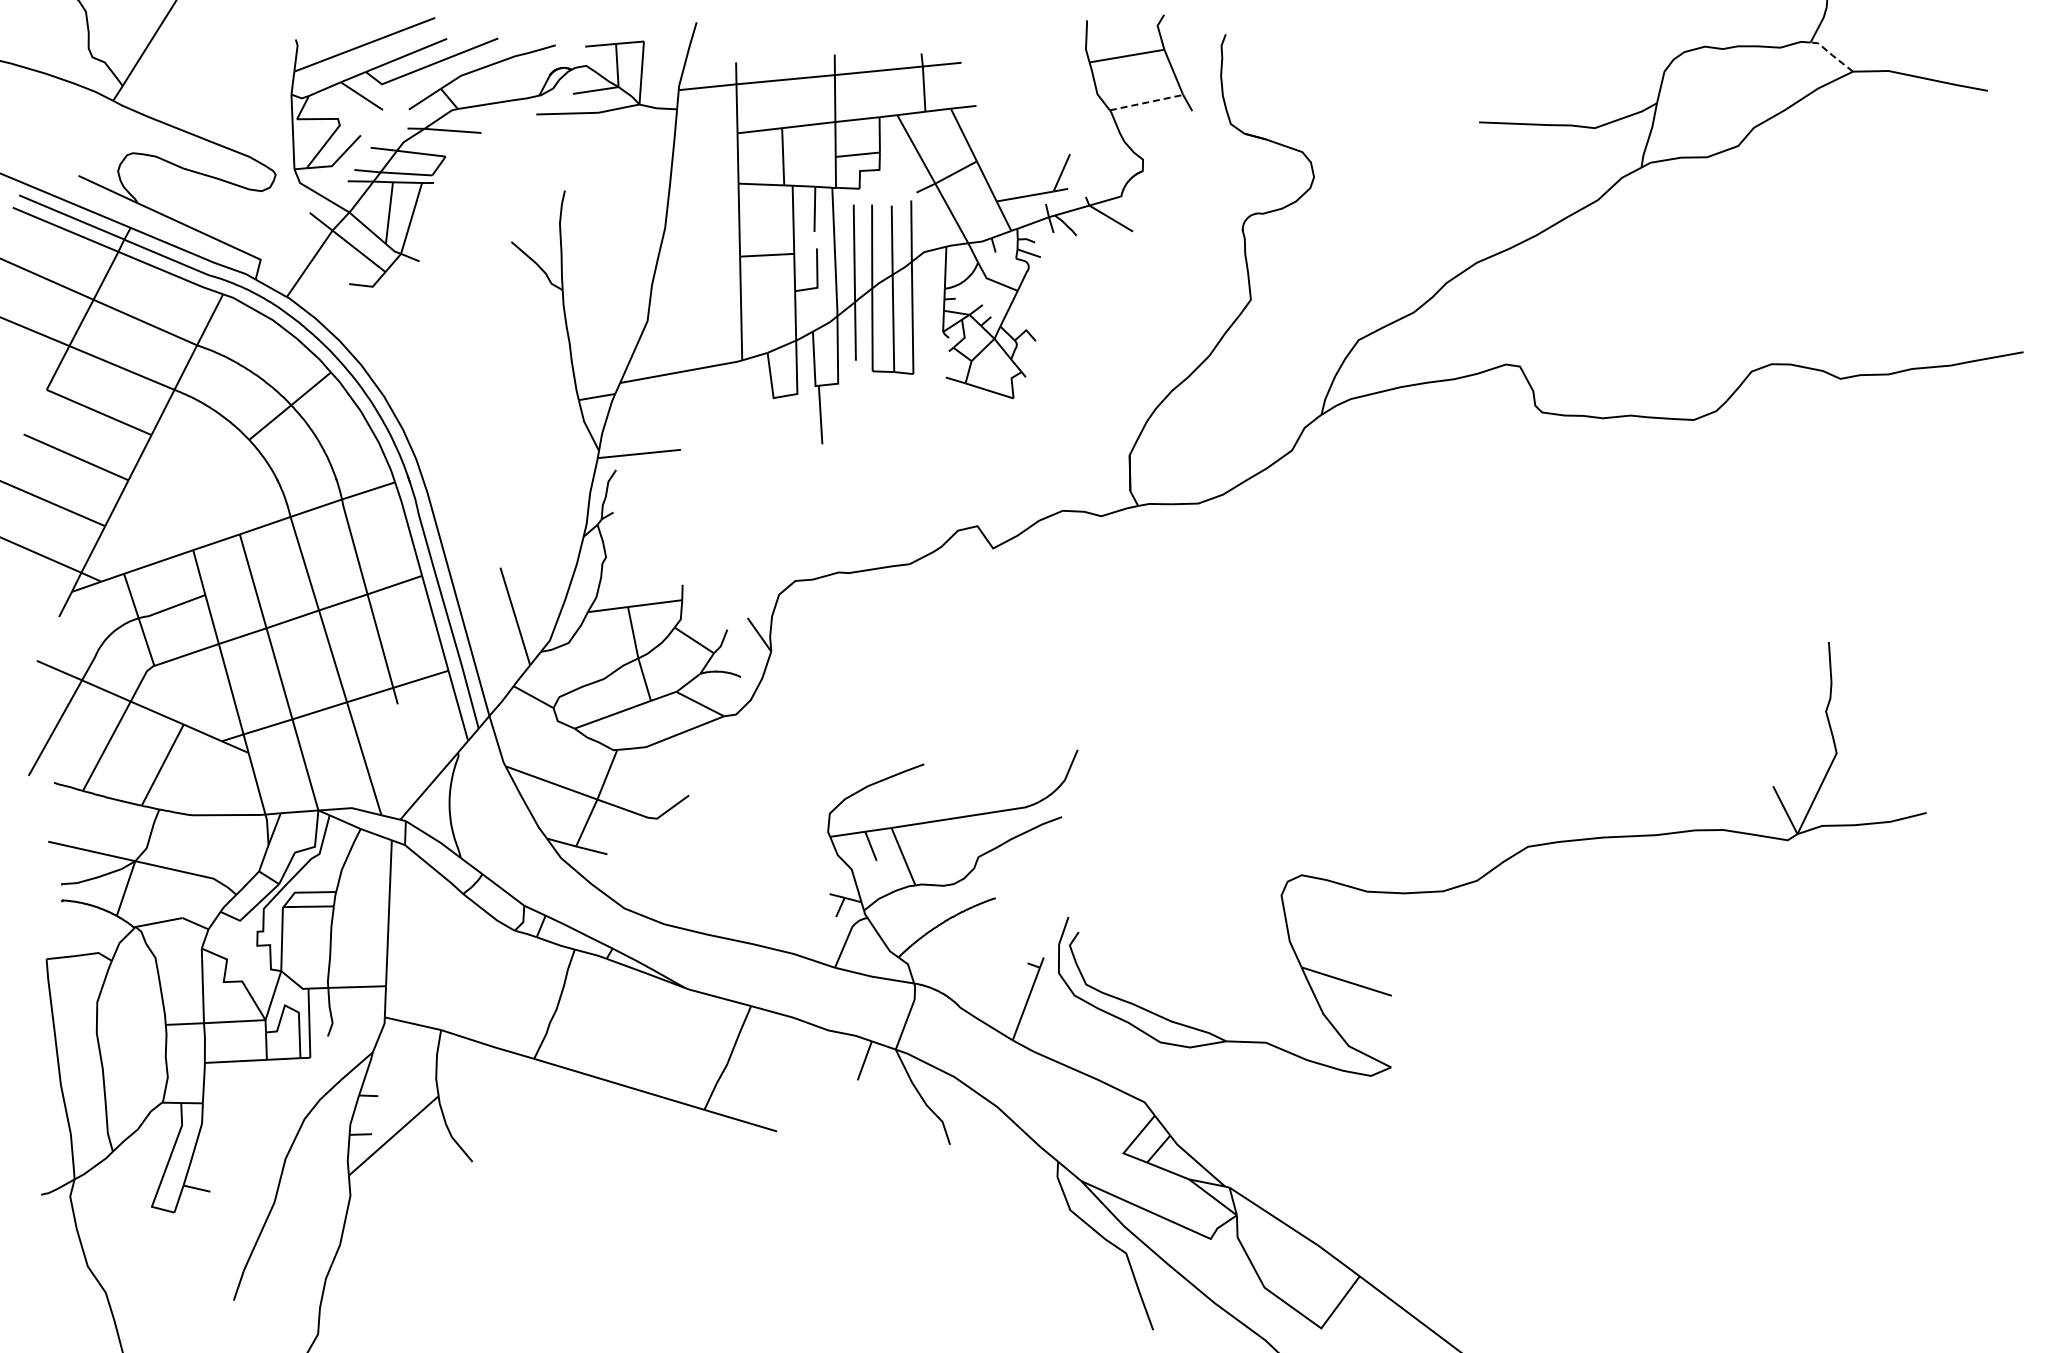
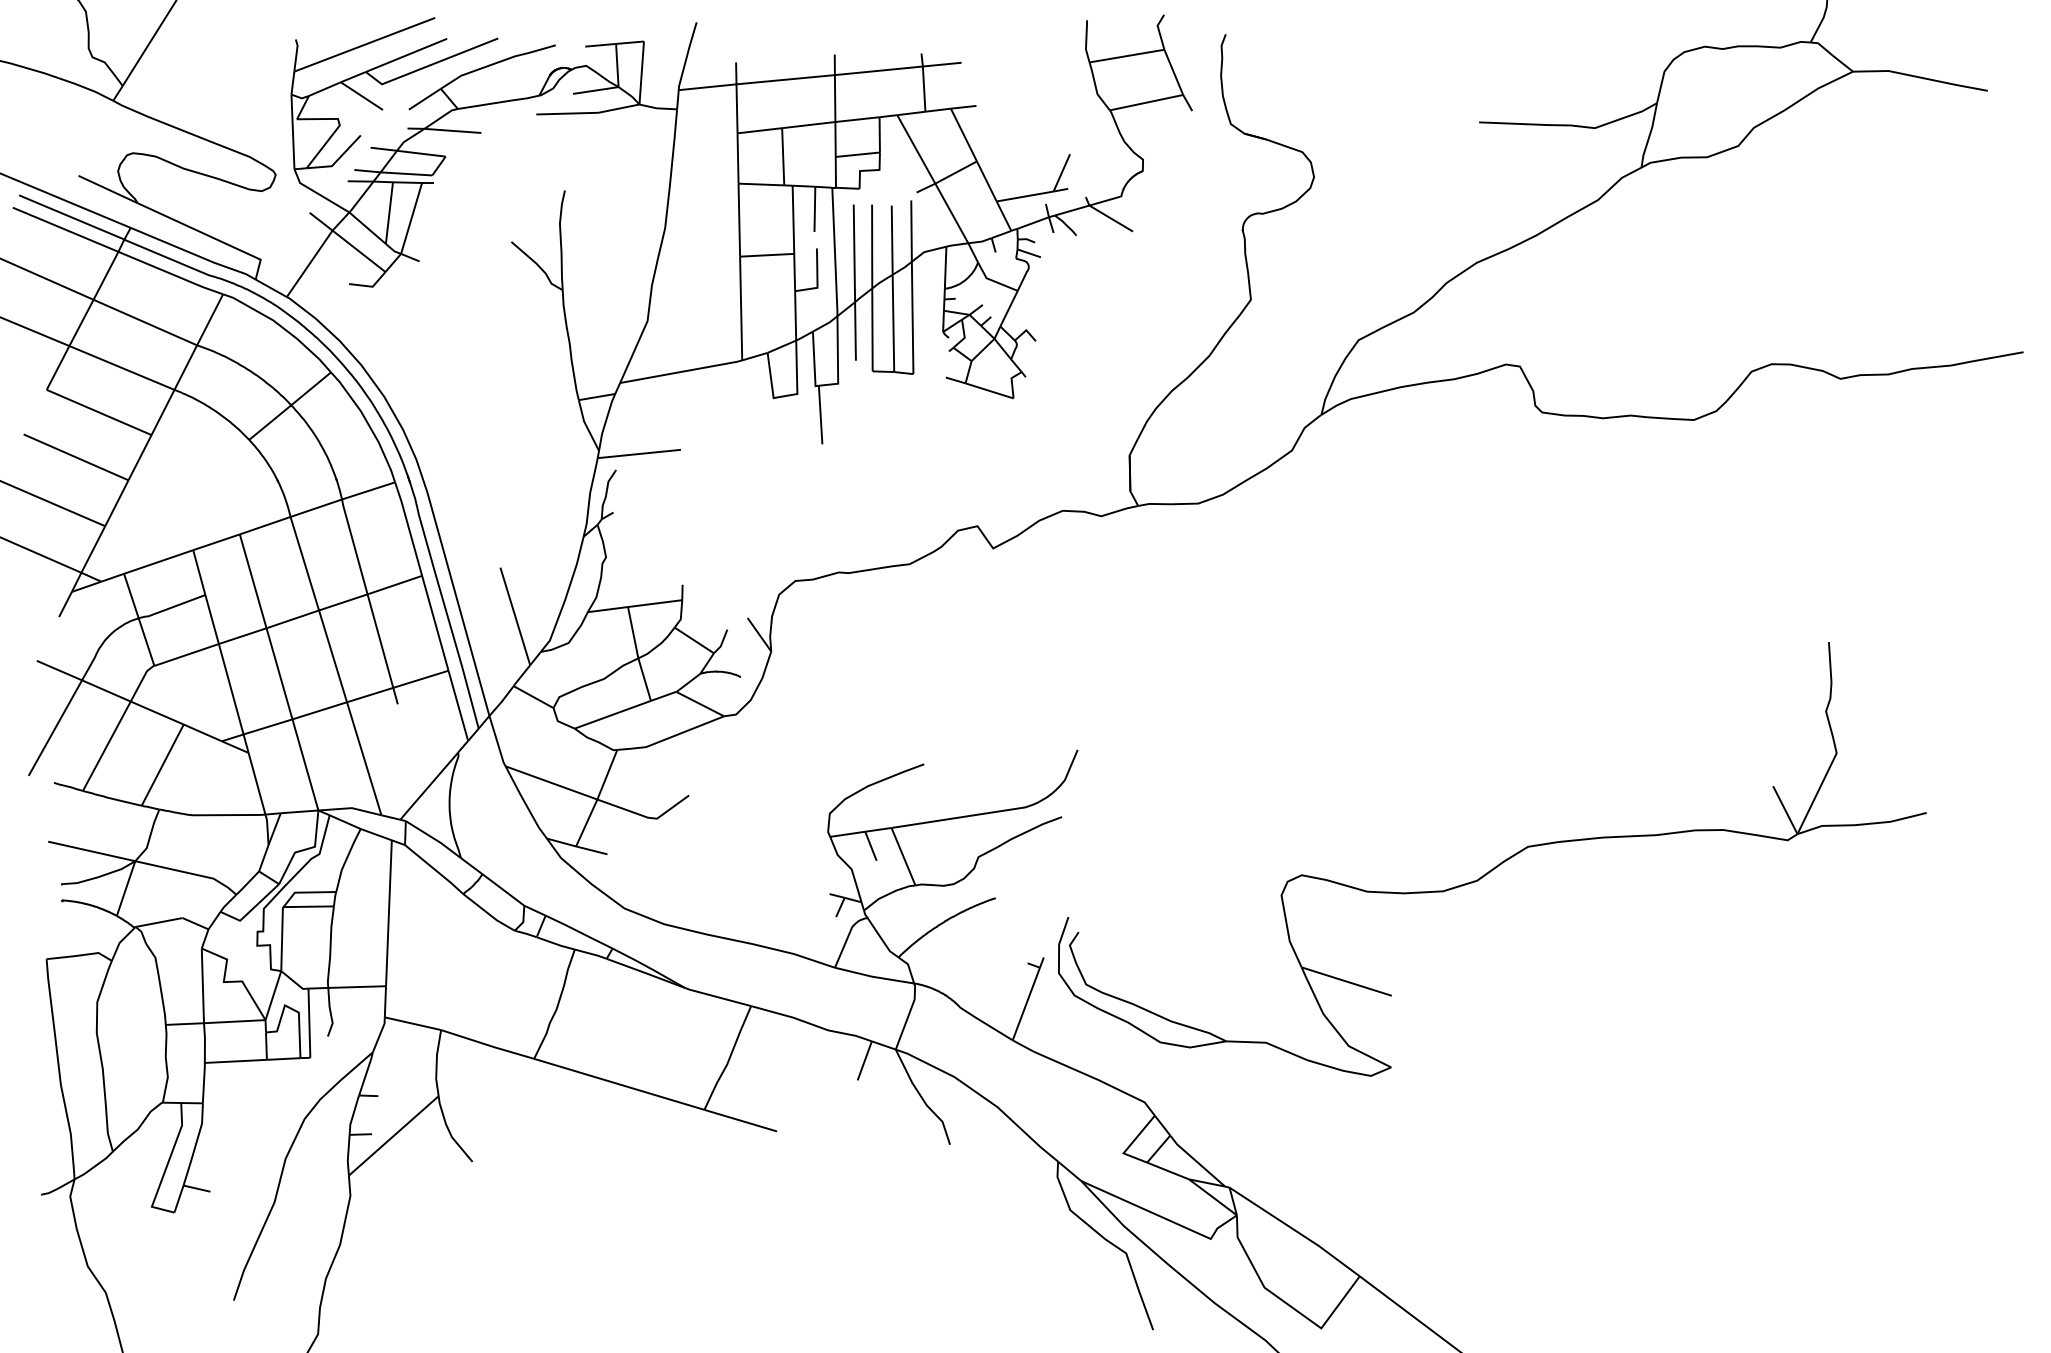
line at (1831, 54): dashed -> solid
line at (1147, 102): dashed -> solid
